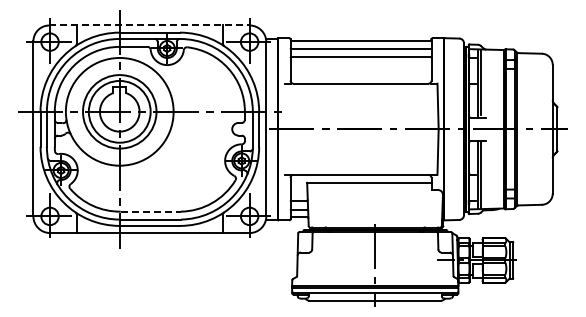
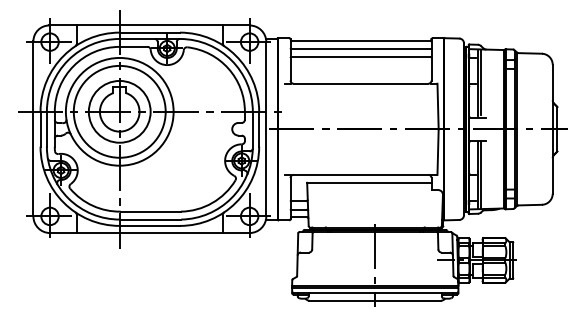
line at (149, 25): dashed -> solid
circle at (119, 111) diameter: 74 px -> 92 px
line at (151, 211): dashed -> solid
